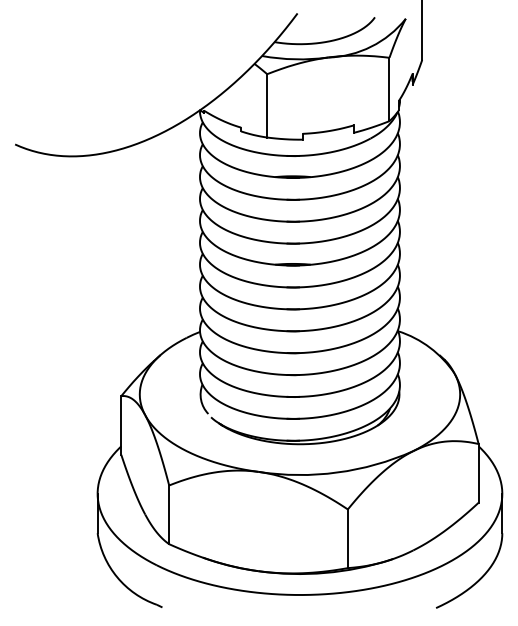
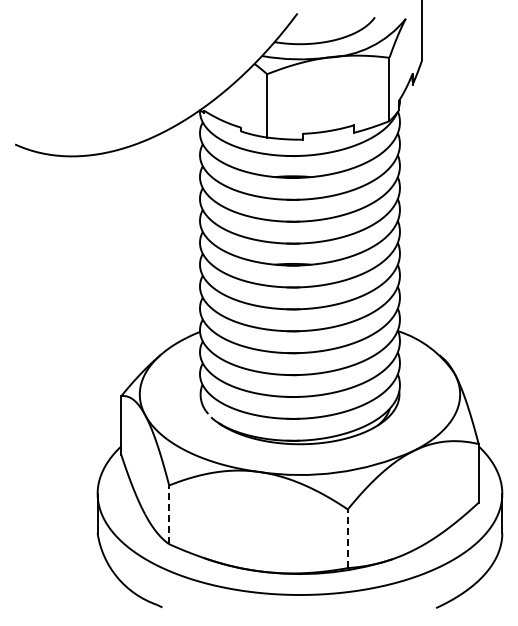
line at (169, 514): solid -> dashed
line at (347, 538): solid -> dashed
